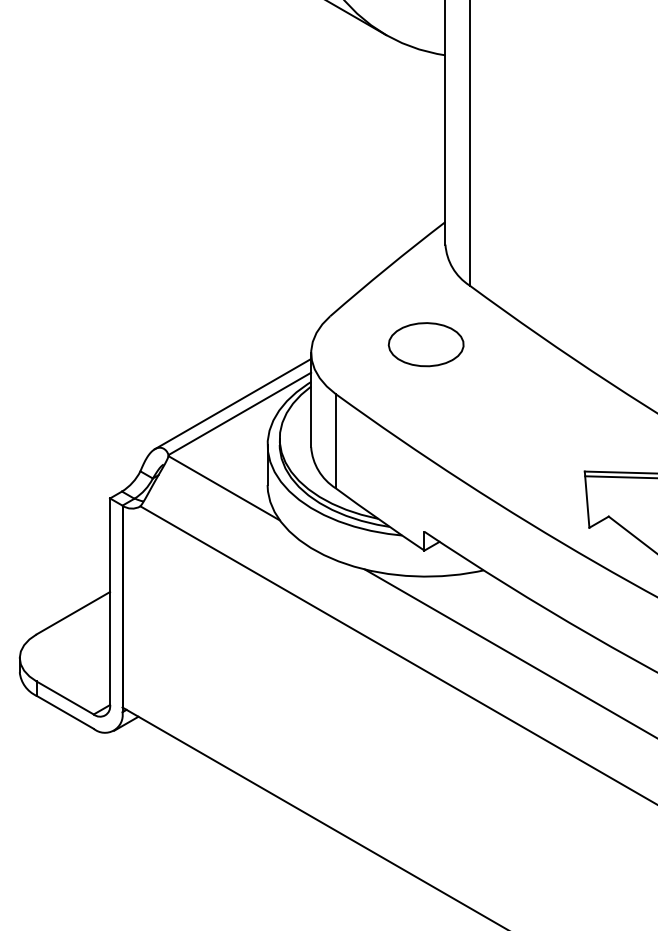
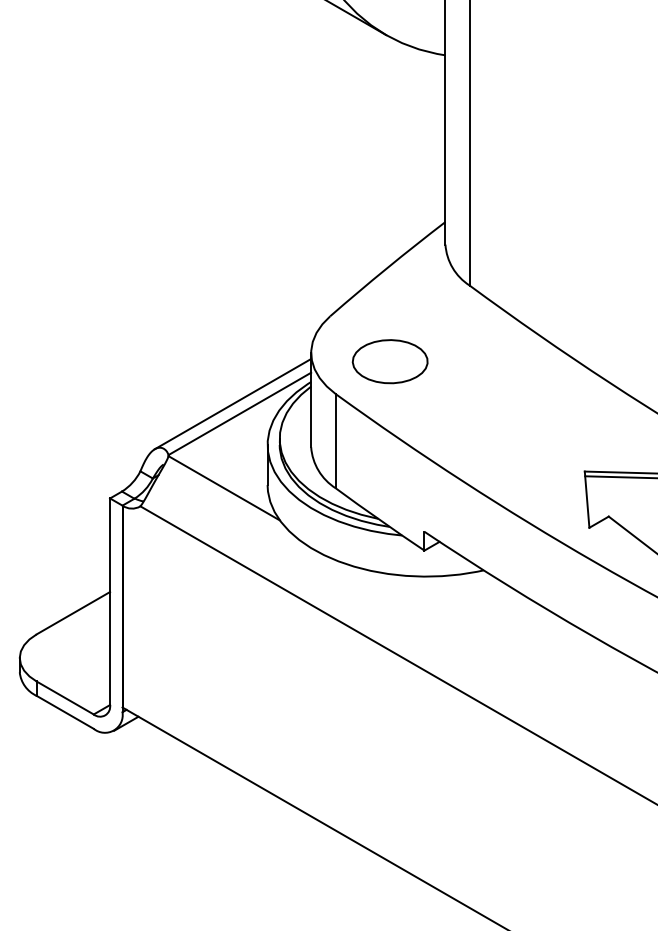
part at (425, 344) position: (425, 344) -> (389, 361)
line at (509, 652): present -> none
